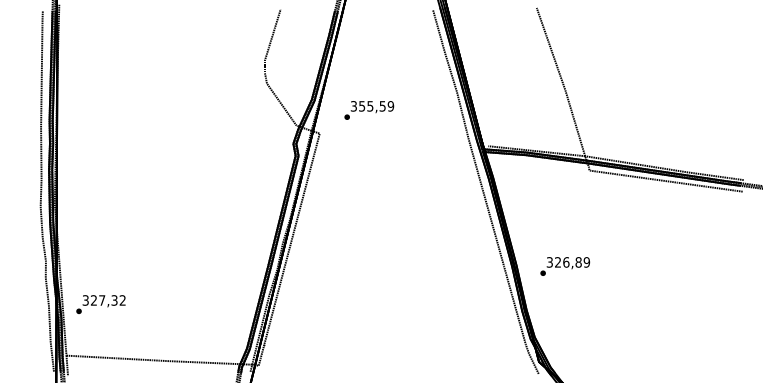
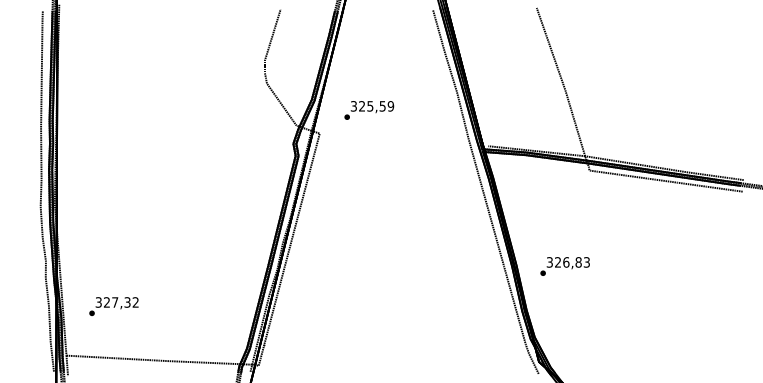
text at (362, 106): 355,59 -> 325,59
text at (586, 262): 326,89 -> 326,83
text at (100, 304) position: (100, 304) -> (113, 306)
